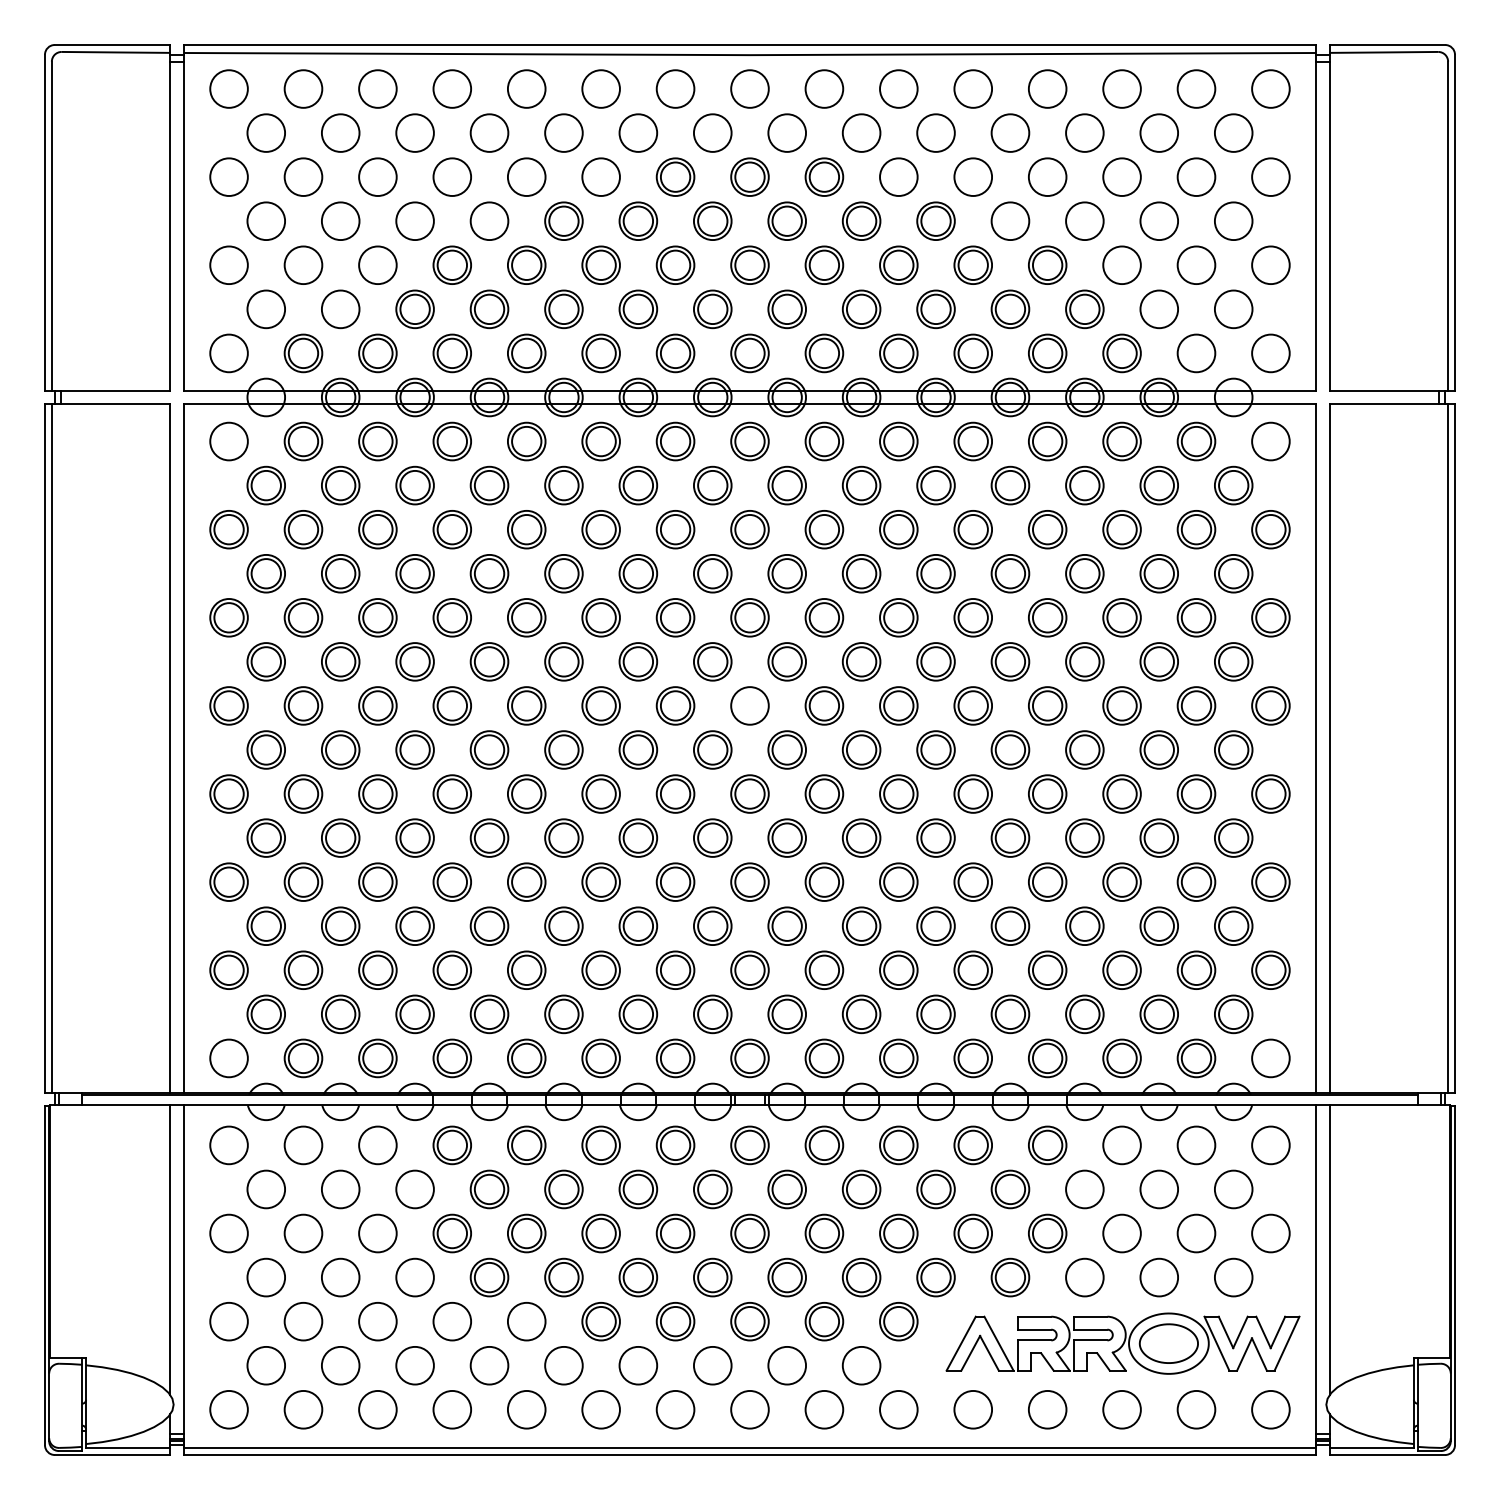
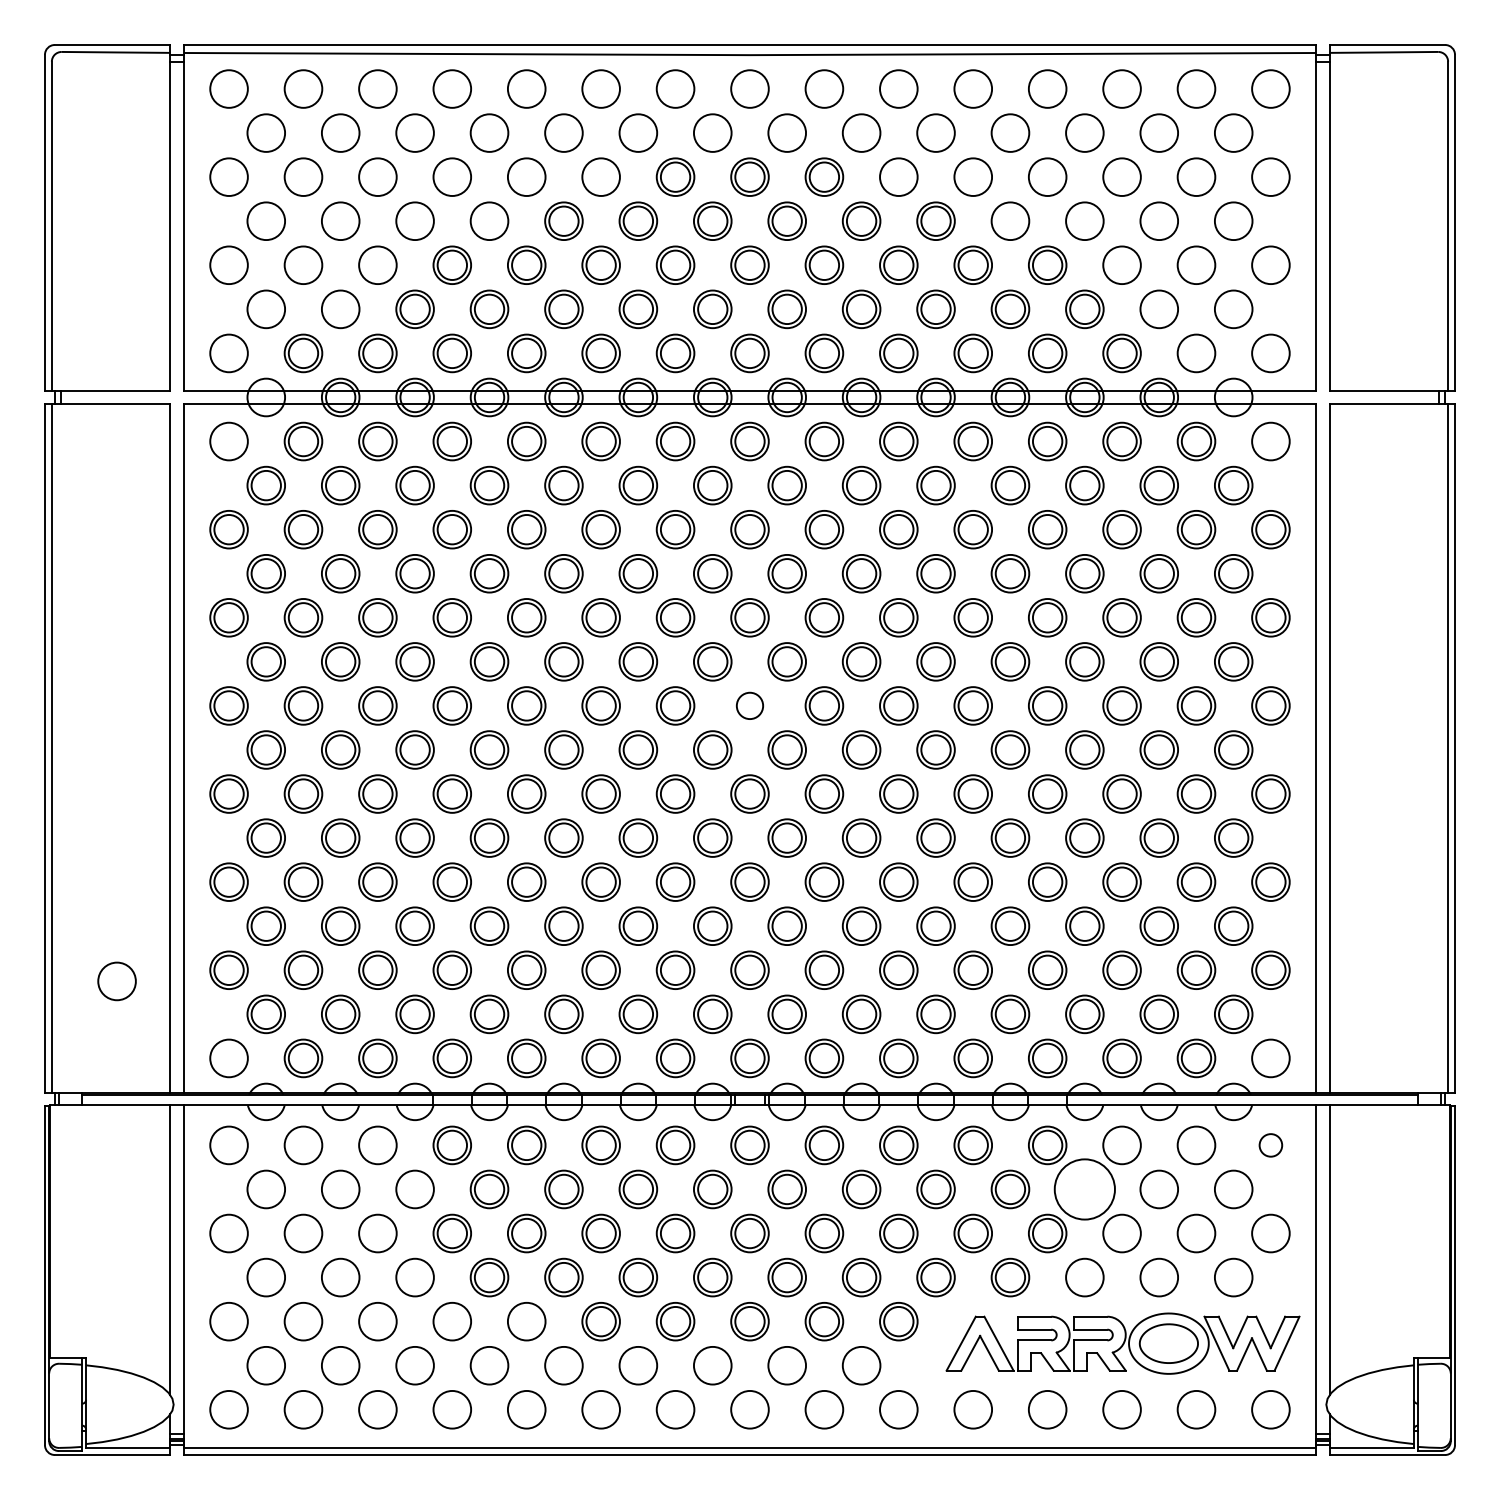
circle at (749, 705) diameter: 38 px -> 26 px
circle at (116, 981): none -> present
circle at (1270, 1145) diameter: 38 px -> 23 px
circle at (1084, 1189) diameter: 38 px -> 60 px
